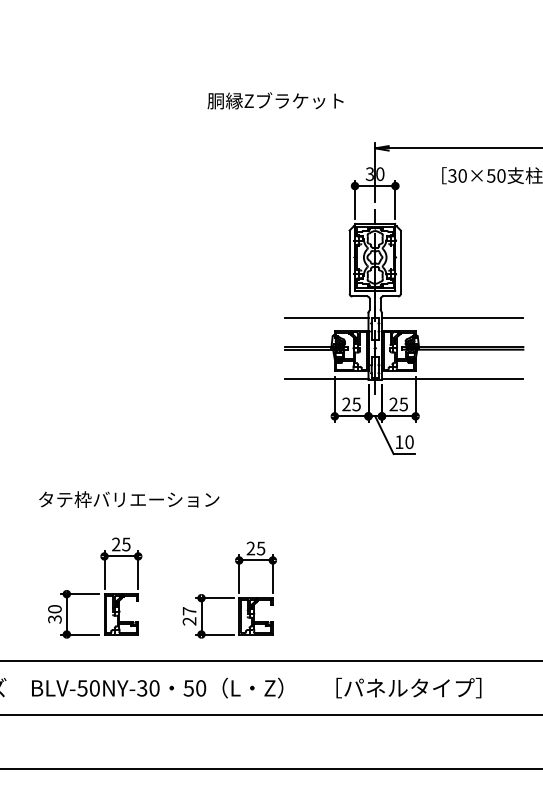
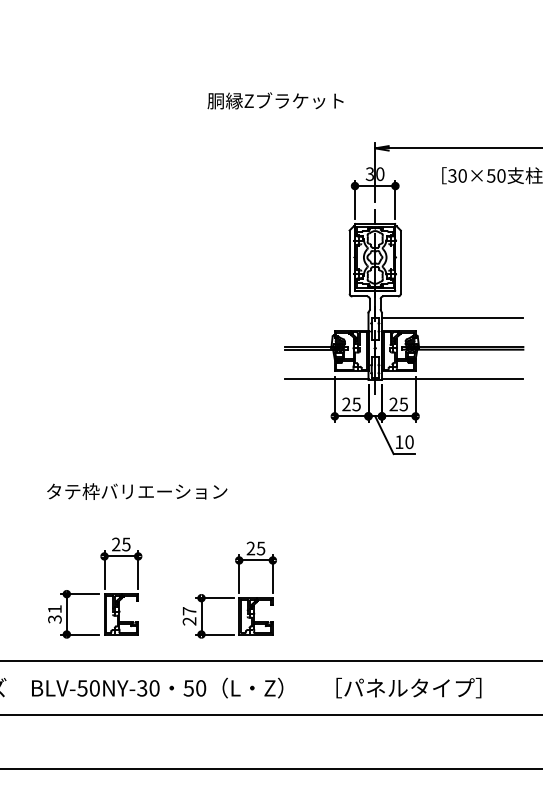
line at (326, 318): present -> none
text at (129, 499) position: (129, 499) -> (137, 491)
text at (54, 609): 30 -> 31
